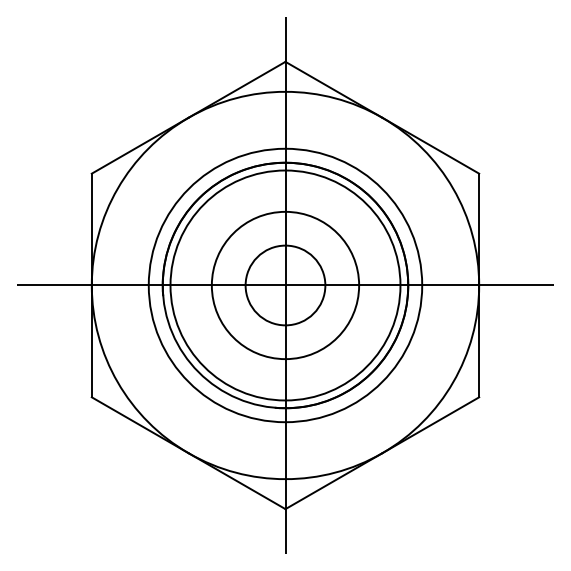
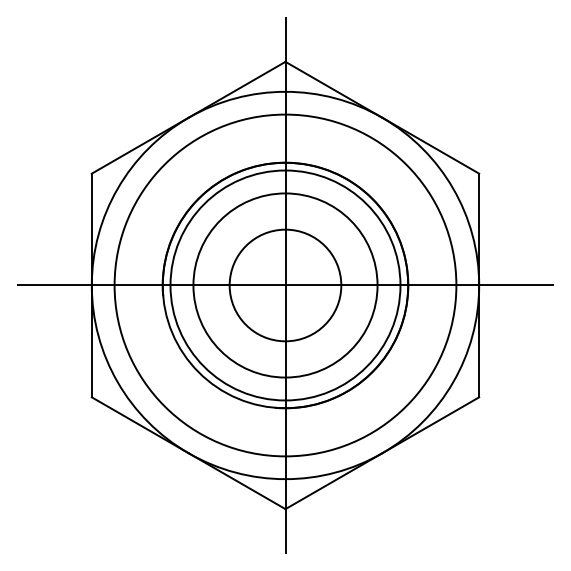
circle at (285, 285) diameter: 147 px -> 184 px
circle at (285, 285) diameter: 273 px -> 342 px
circle at (285, 285) diameter: 80 px -> 112 px
